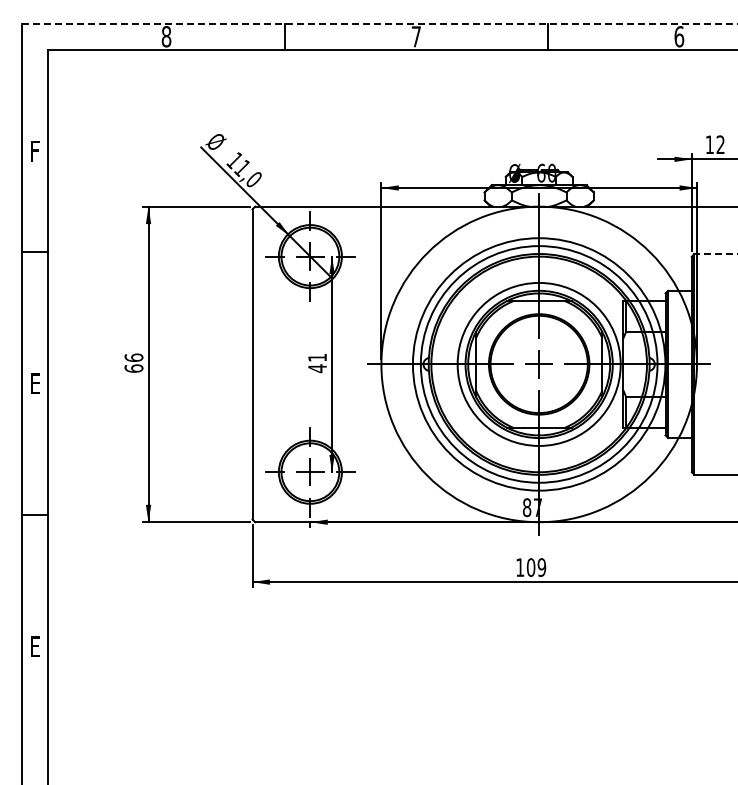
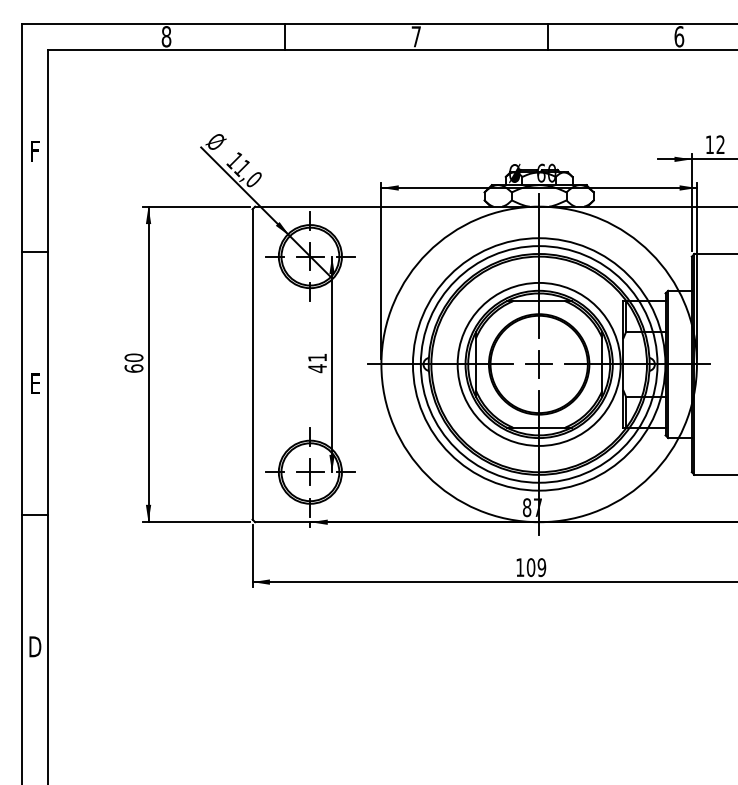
line at (380, 23): dashed -> solid
line at (715, 254): dashed -> solid
text at (133, 357): 66 -> 60
text at (35, 646): E -> D
